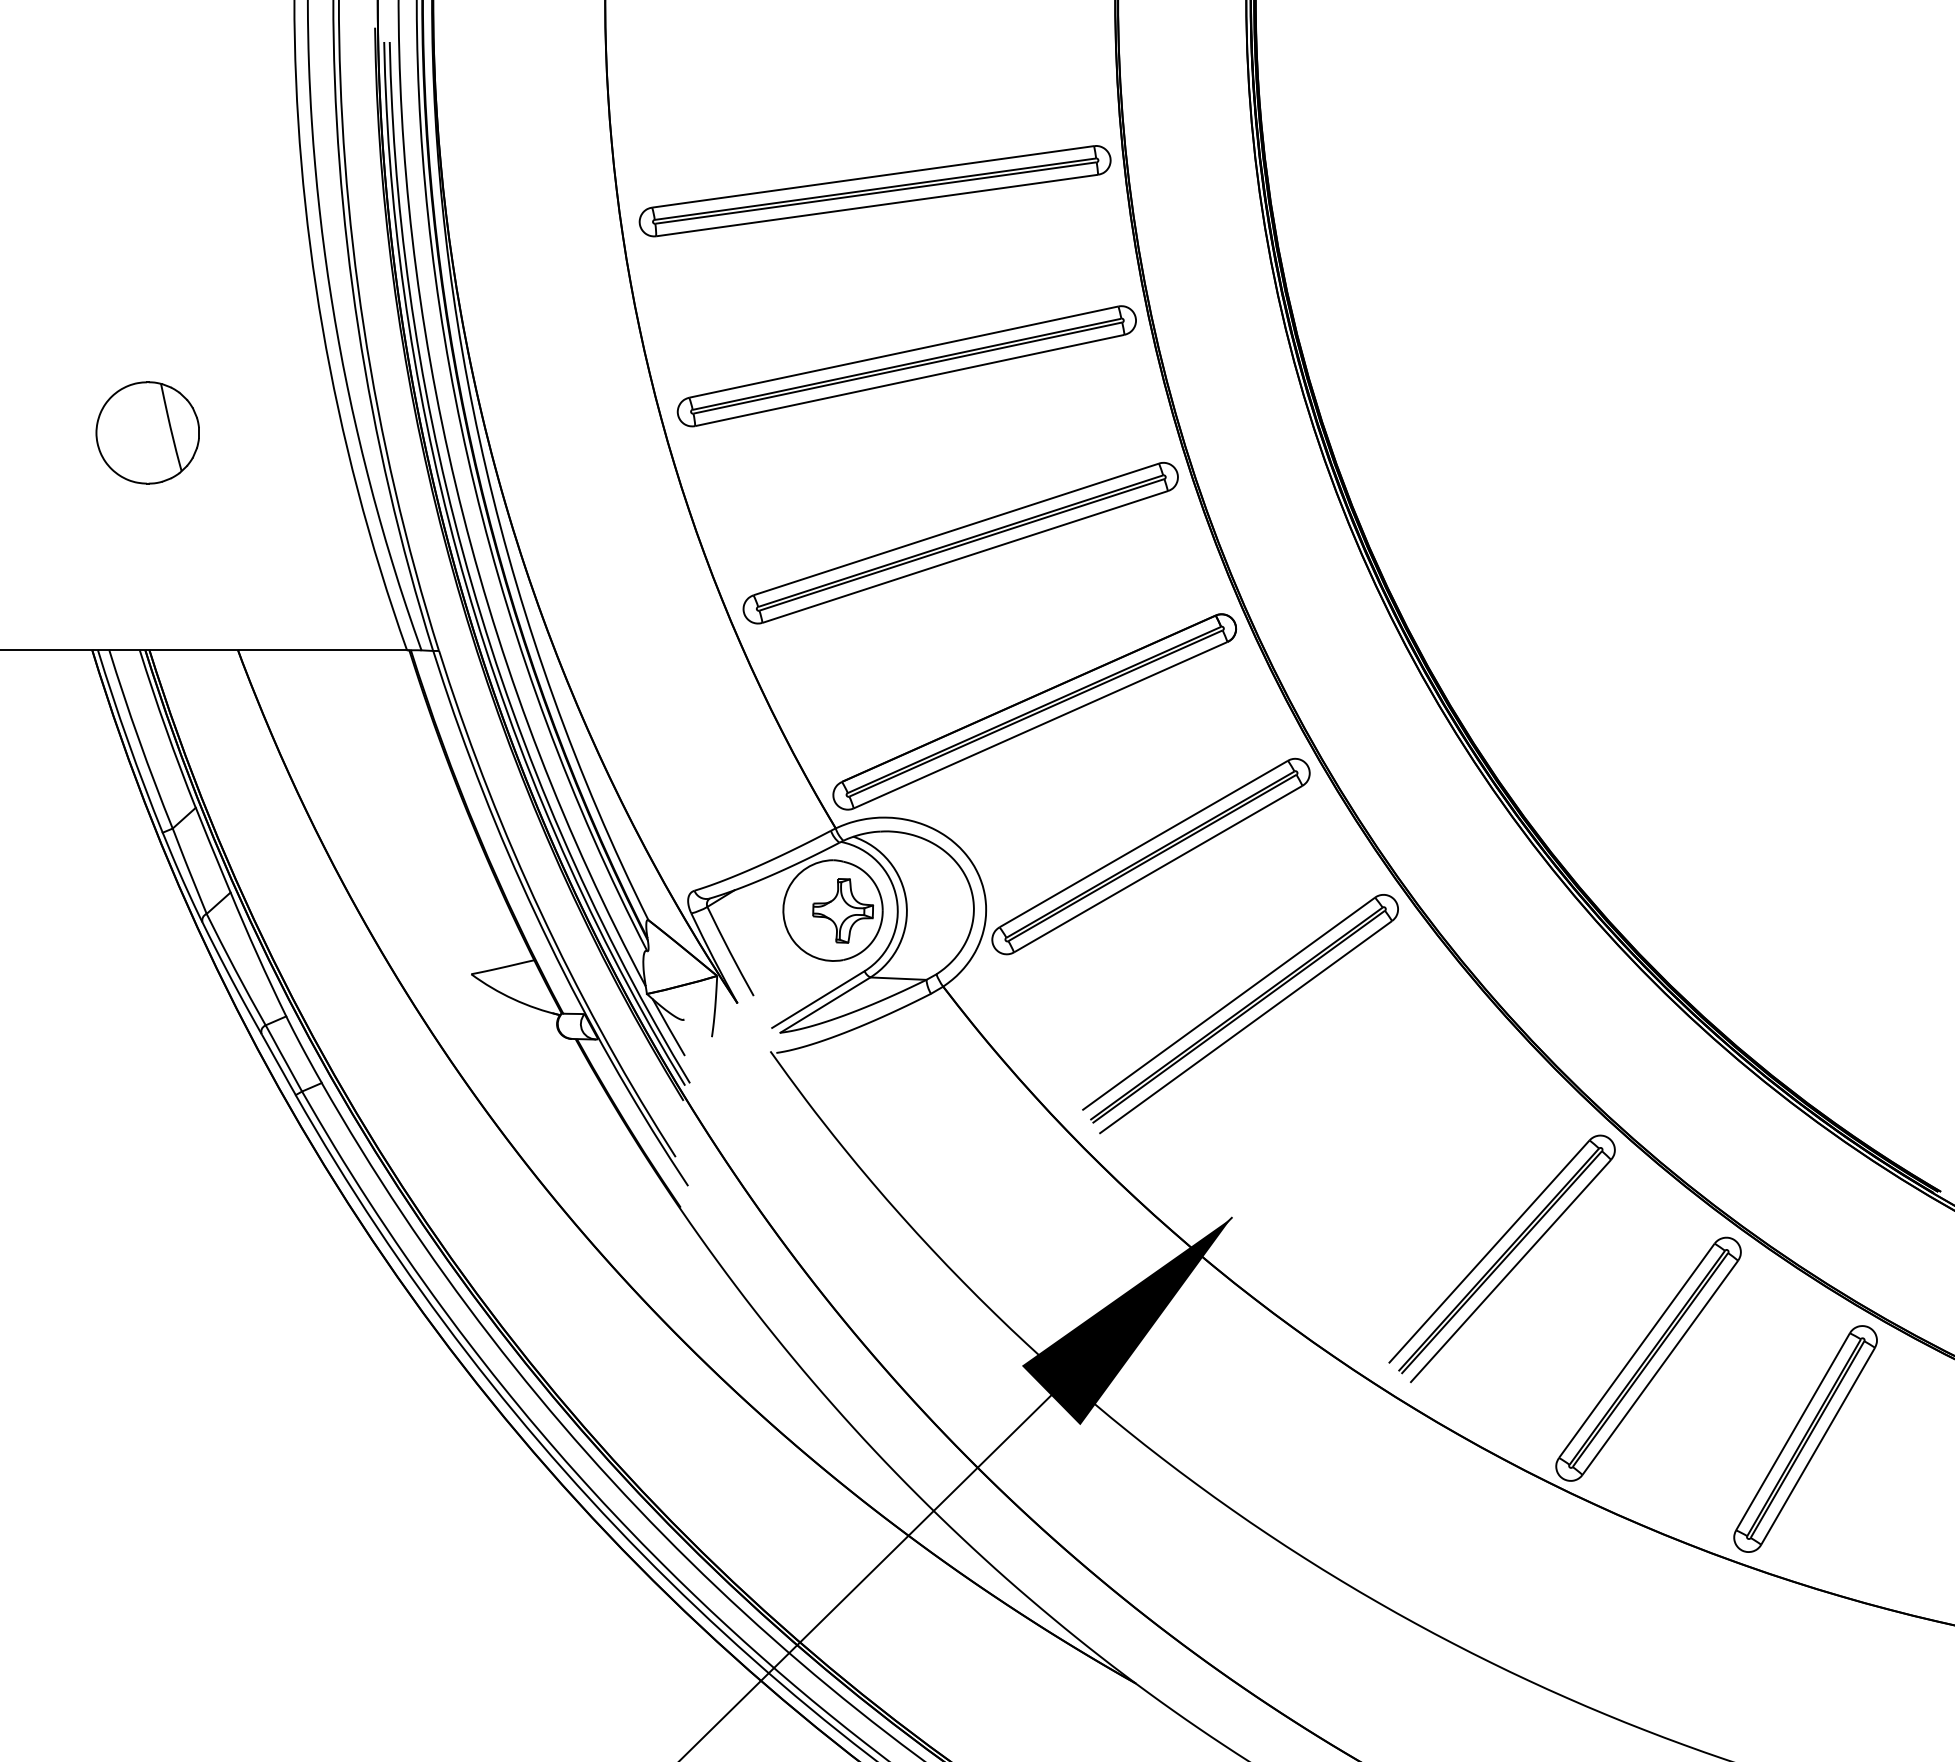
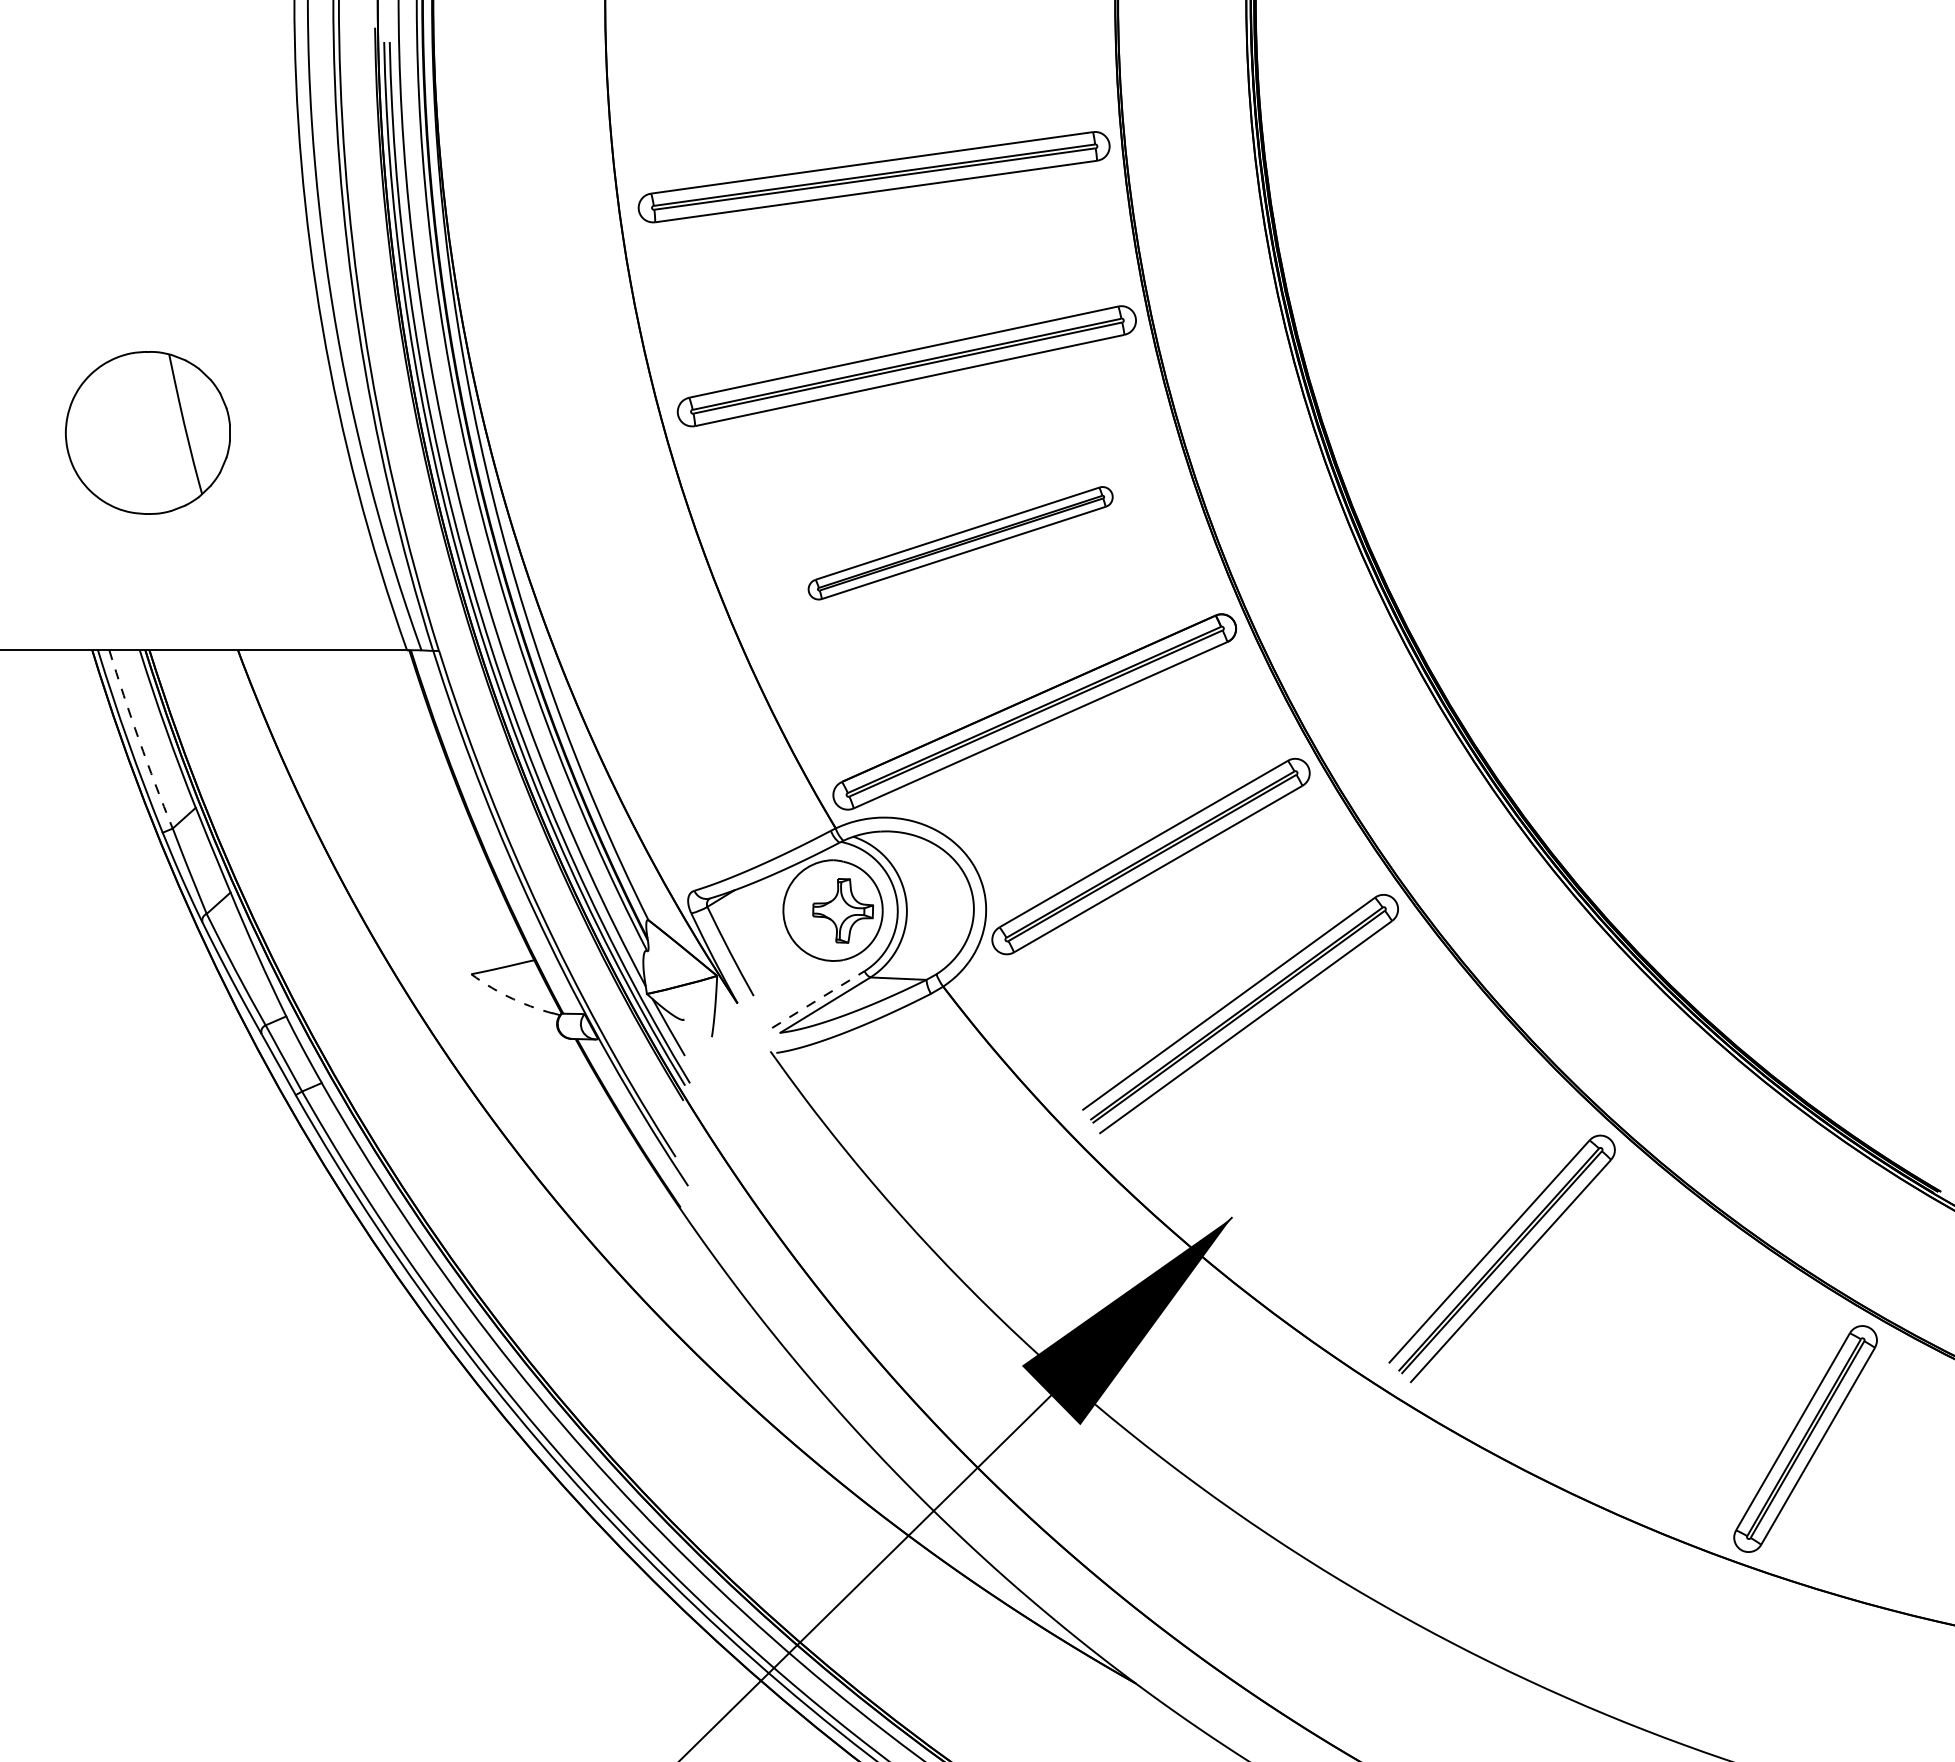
part at (874, 191) position: (874, 191) -> (873, 177)
part at (147, 432) size: 105x104 px -> 166x164 px
part at (960, 543) size: 437x163 px -> 307x115 px
arc at (139, 740): solid -> dashed
arc at (513, 999): solid -> dashed
line at (818, 999): solid -> dashed
part at (1648, 1358): present -> none
